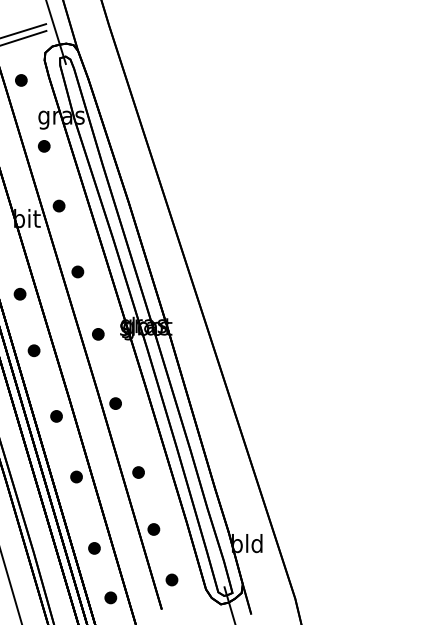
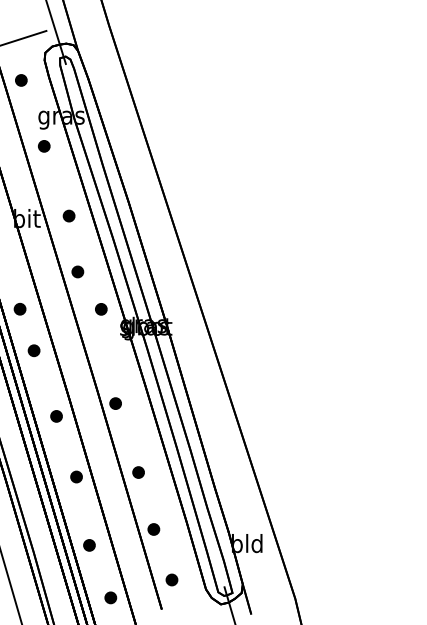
line at (24, 30): present -> none
part at (58, 205) position: (58, 205) -> (68, 215)
part at (19, 294) position: (19, 294) -> (19, 309)
part at (98, 334) position: (98, 334) -> (101, 309)
part at (94, 548) position: (94, 548) -> (89, 545)
